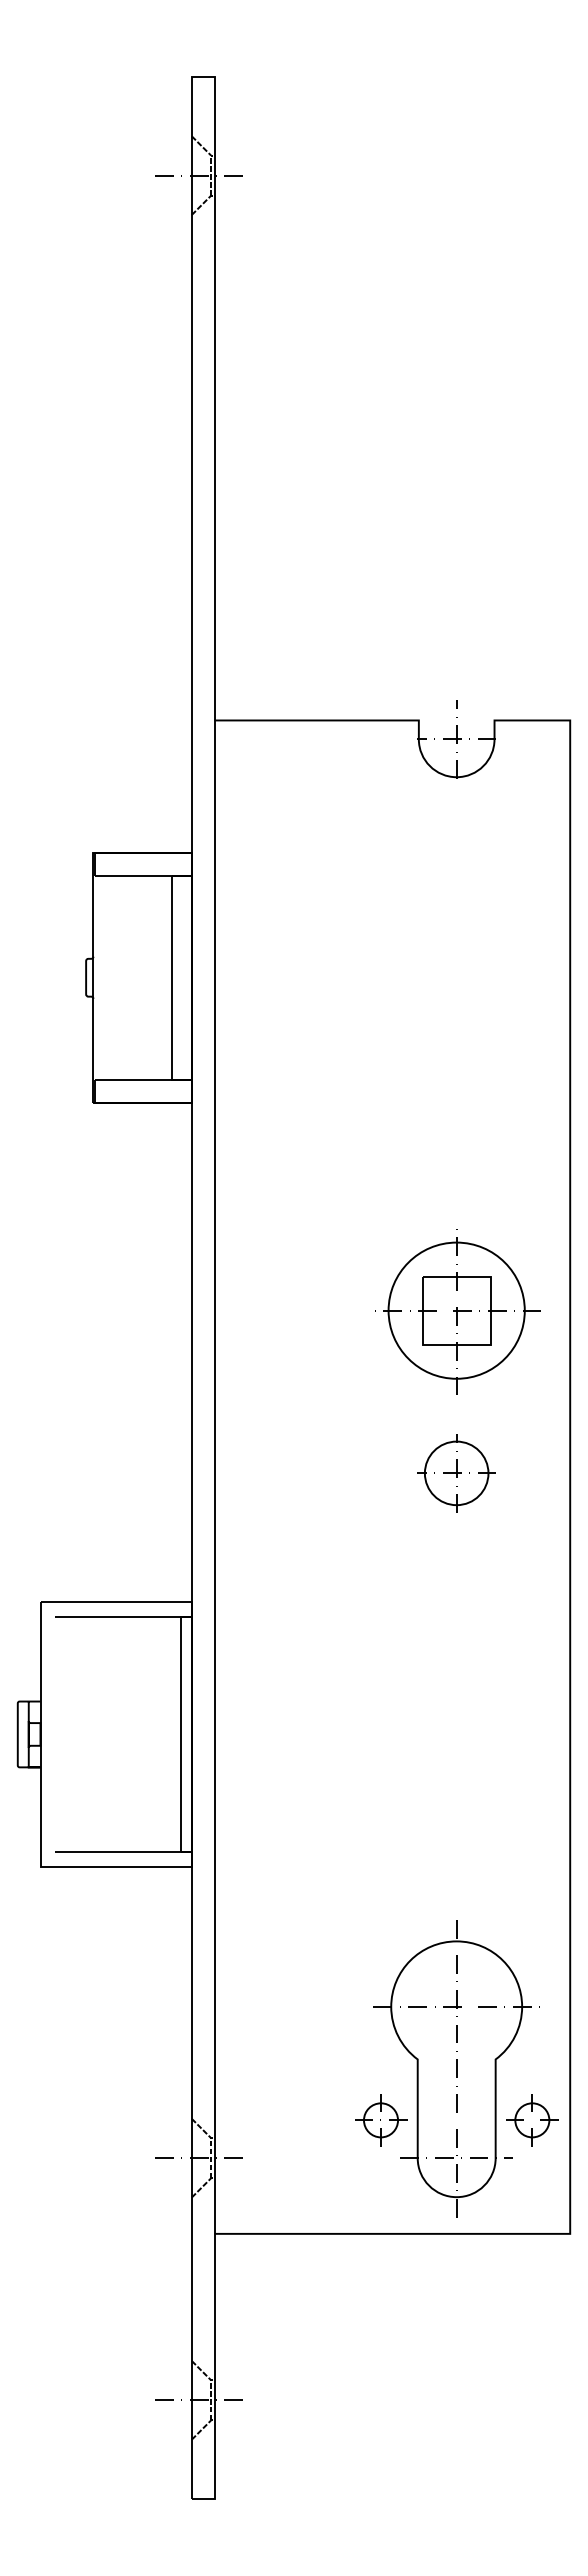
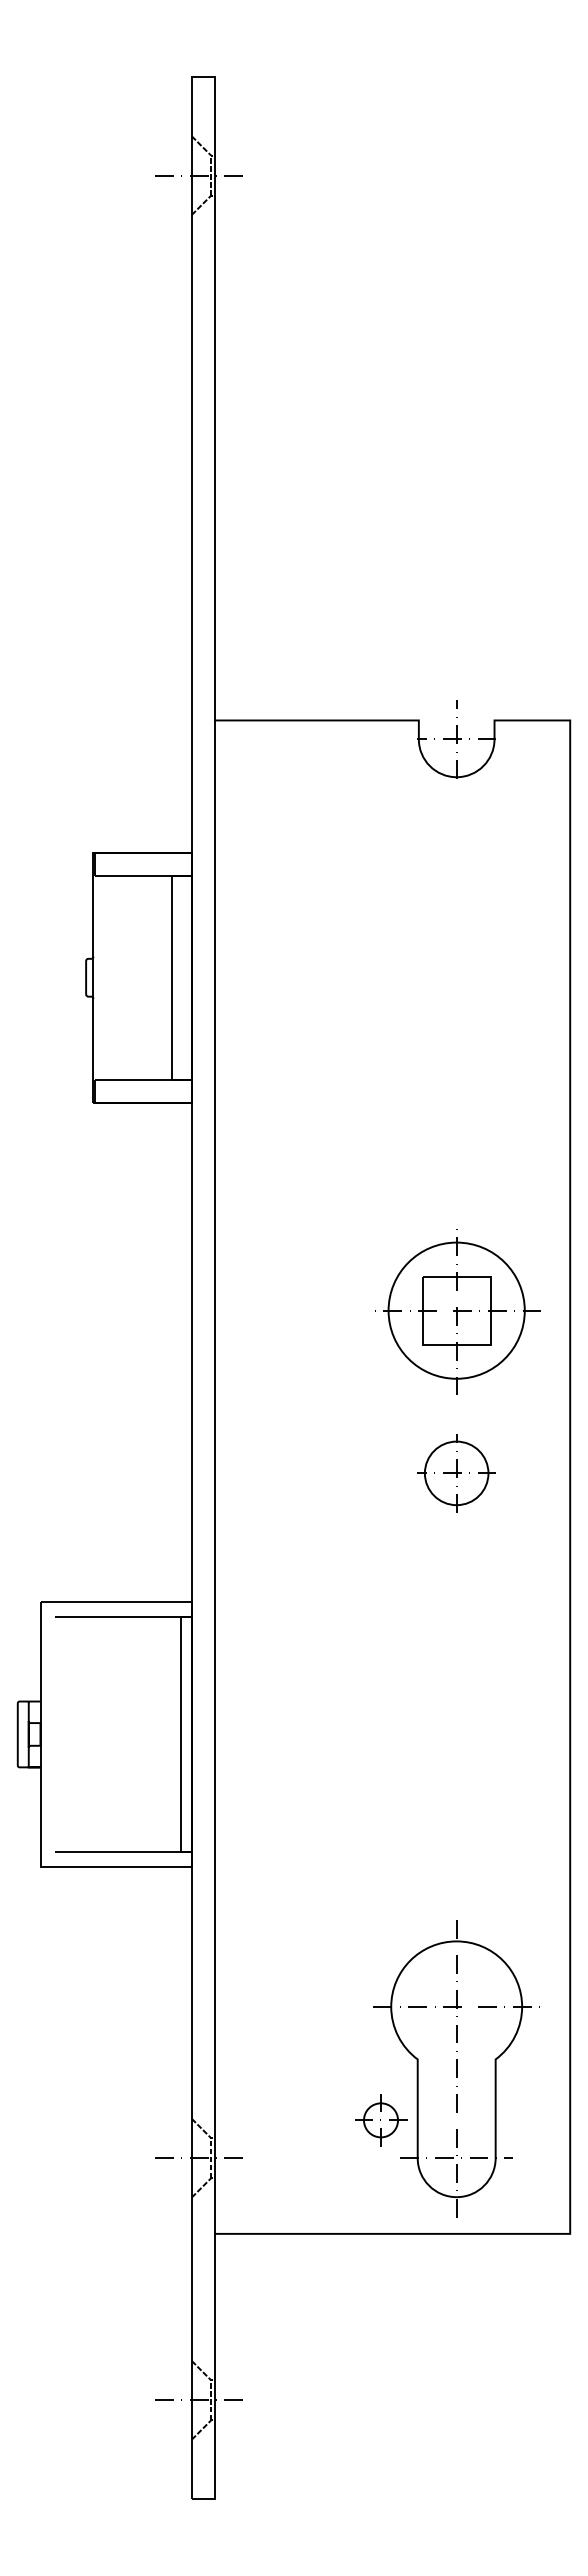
part at (532, 2120): present -> none
